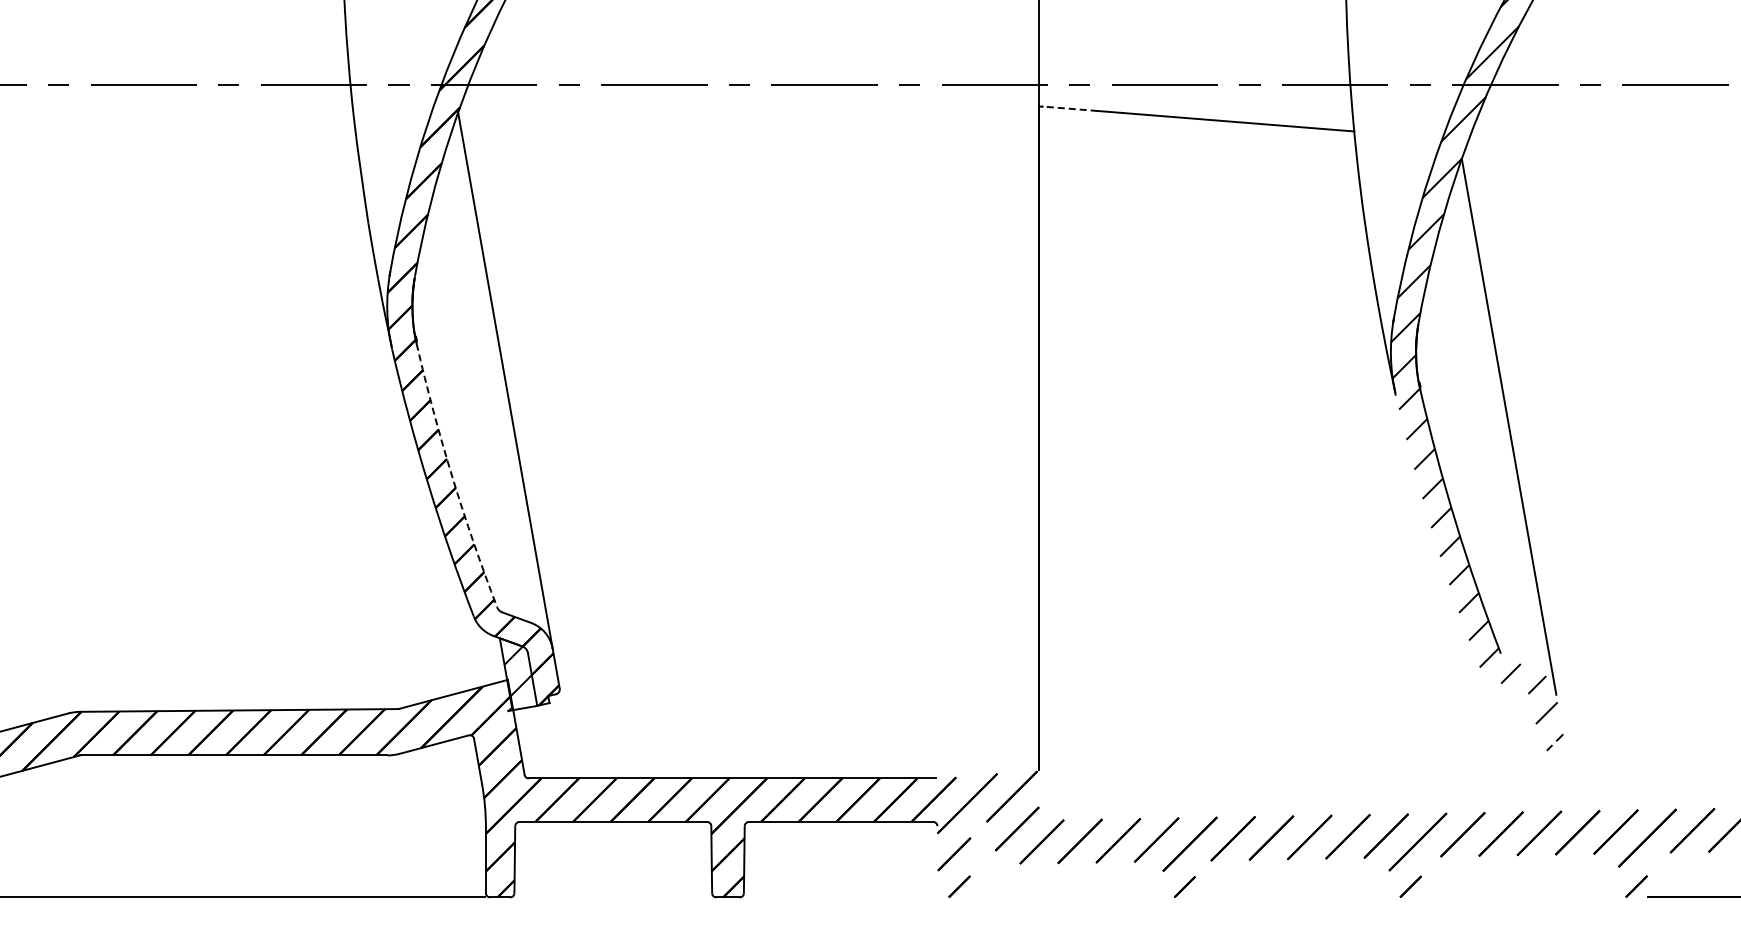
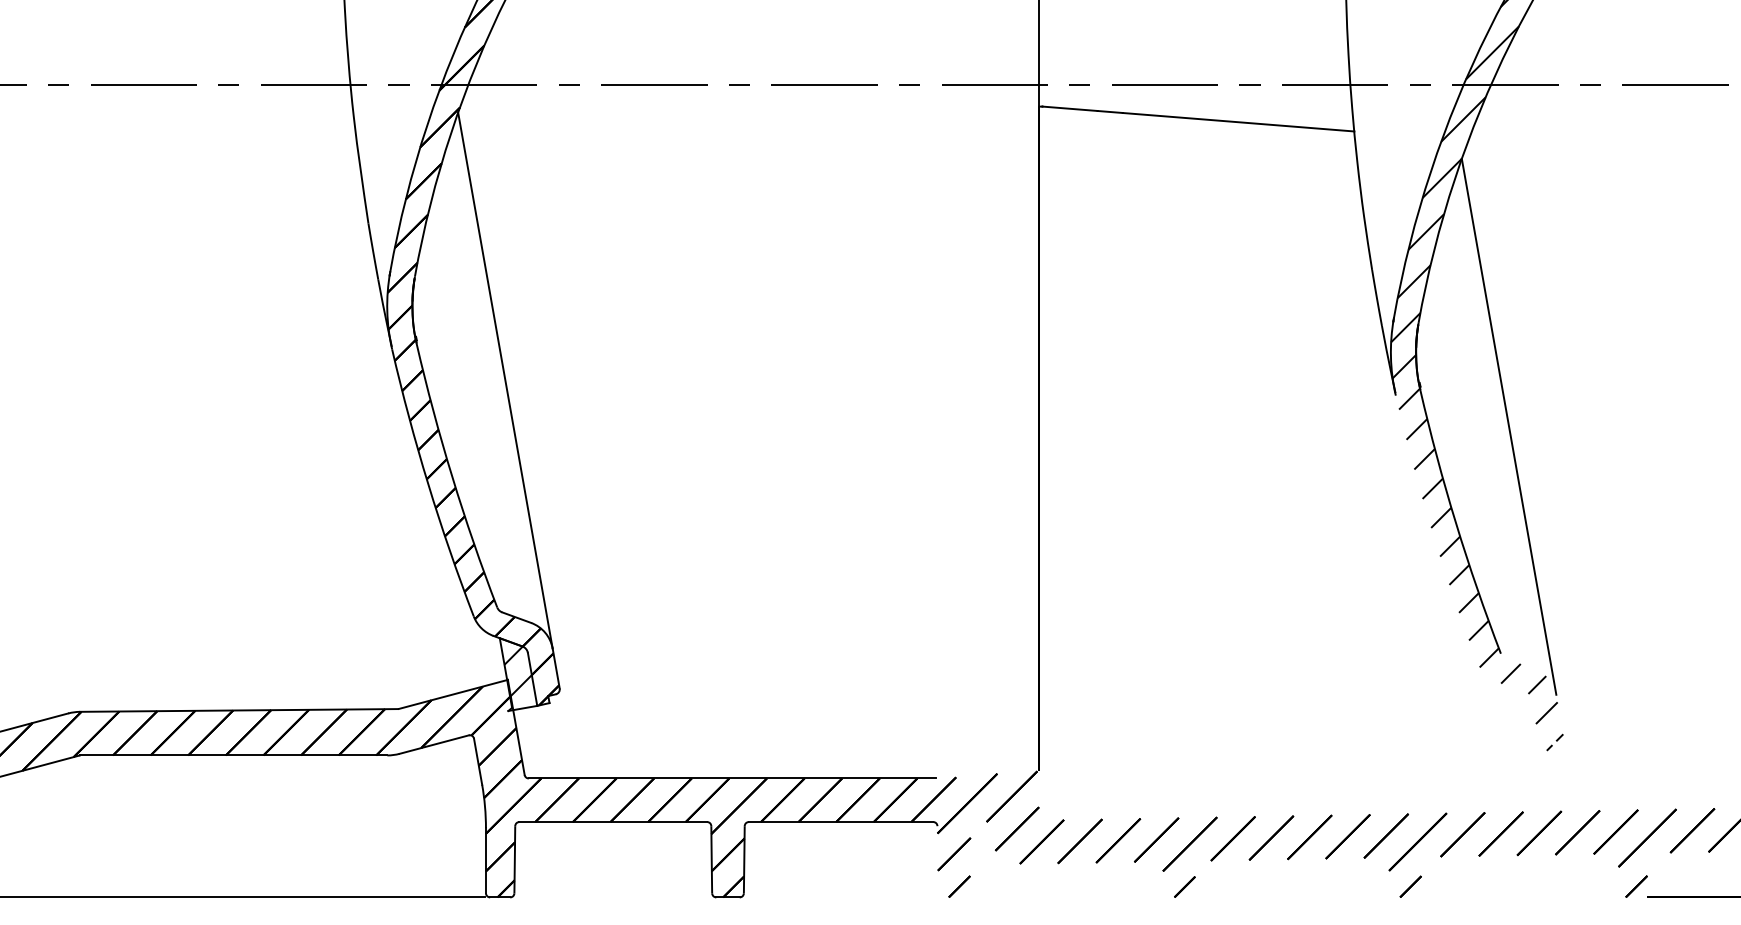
line at (1070, 108): dashed -> solid
arc at (452, 477): dashed -> solid
